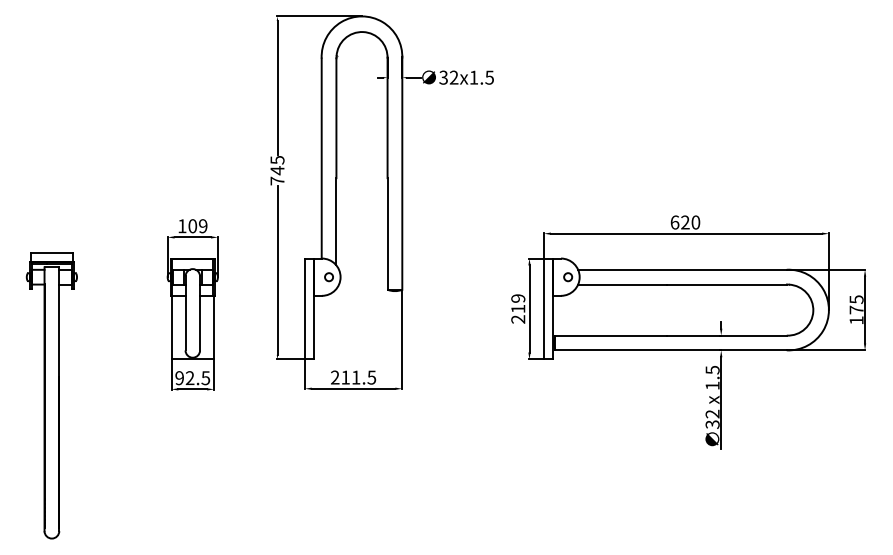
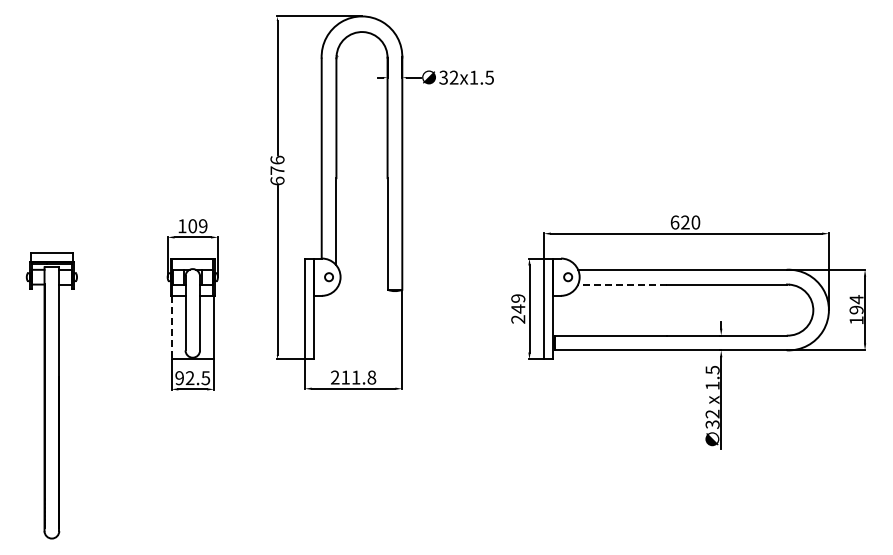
text at (277, 170): 745 -> 676
line at (622, 284): solid -> dashed
text at (856, 304): 175 -> 194
text at (518, 308): 219 -> 249
line at (171, 327): solid -> dashed
text at (371, 377): 211.5 -> 211.8
